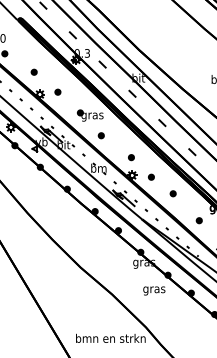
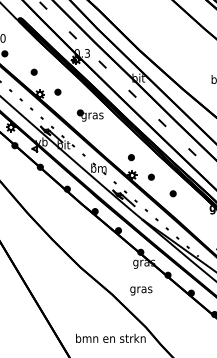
part at (100, 135): present -> none
part at (198, 220): present -> none
text at (154, 290) position: (154, 290) -> (141, 290)
